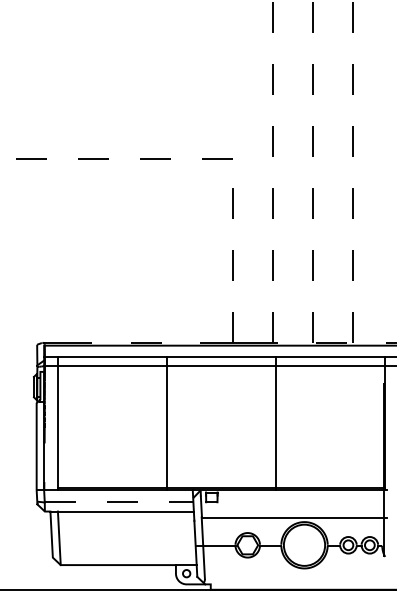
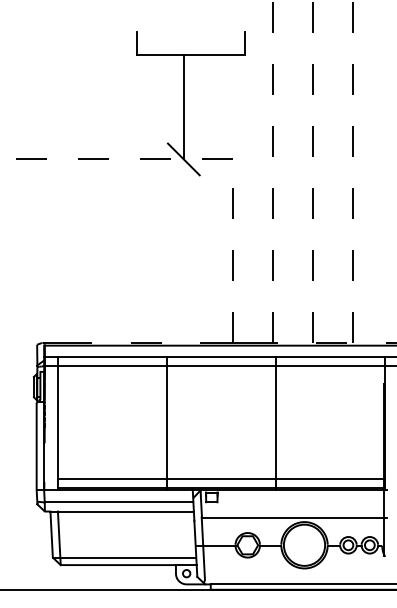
part at (190, 103): none -> present
line at (221, 478): none -> present
line at (119, 502): dashed -> solid
line at (124, 557): none -> present
line at (301, 584): none -> present
